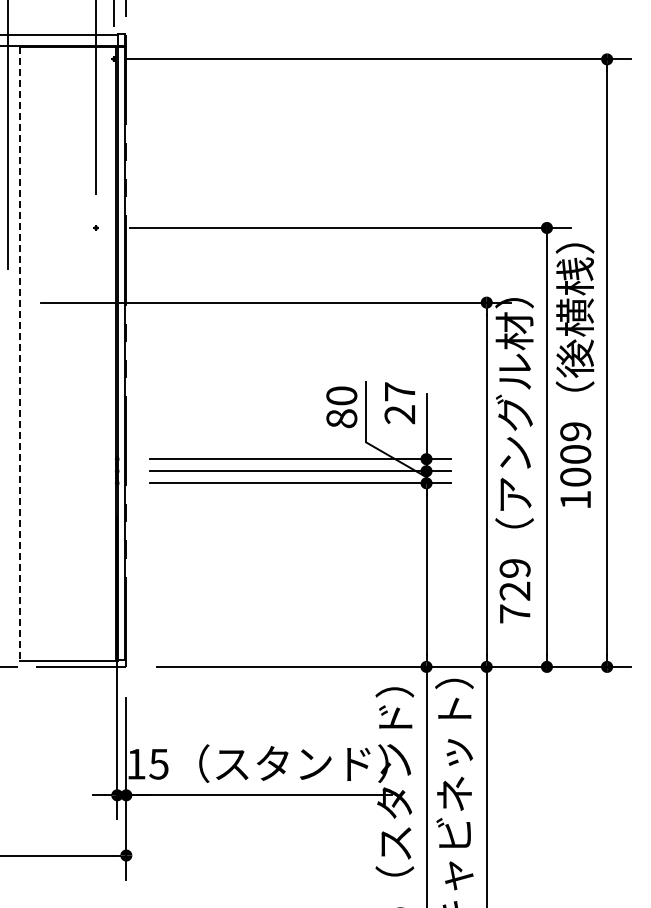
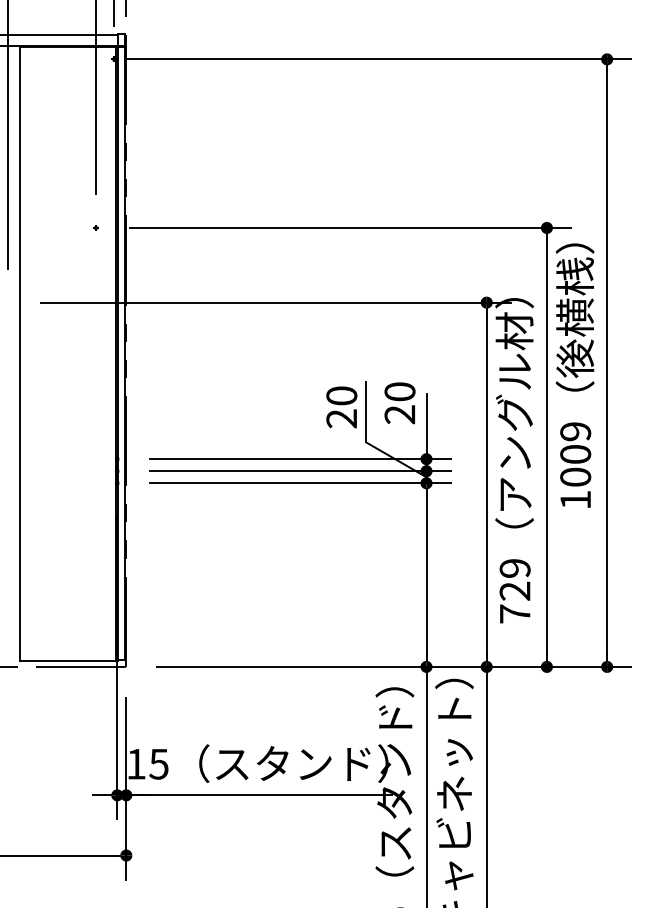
line at (20, 354): dashed -> solid
text at (399, 391): 27 -> 20
text at (341, 418): 80 -> 20
